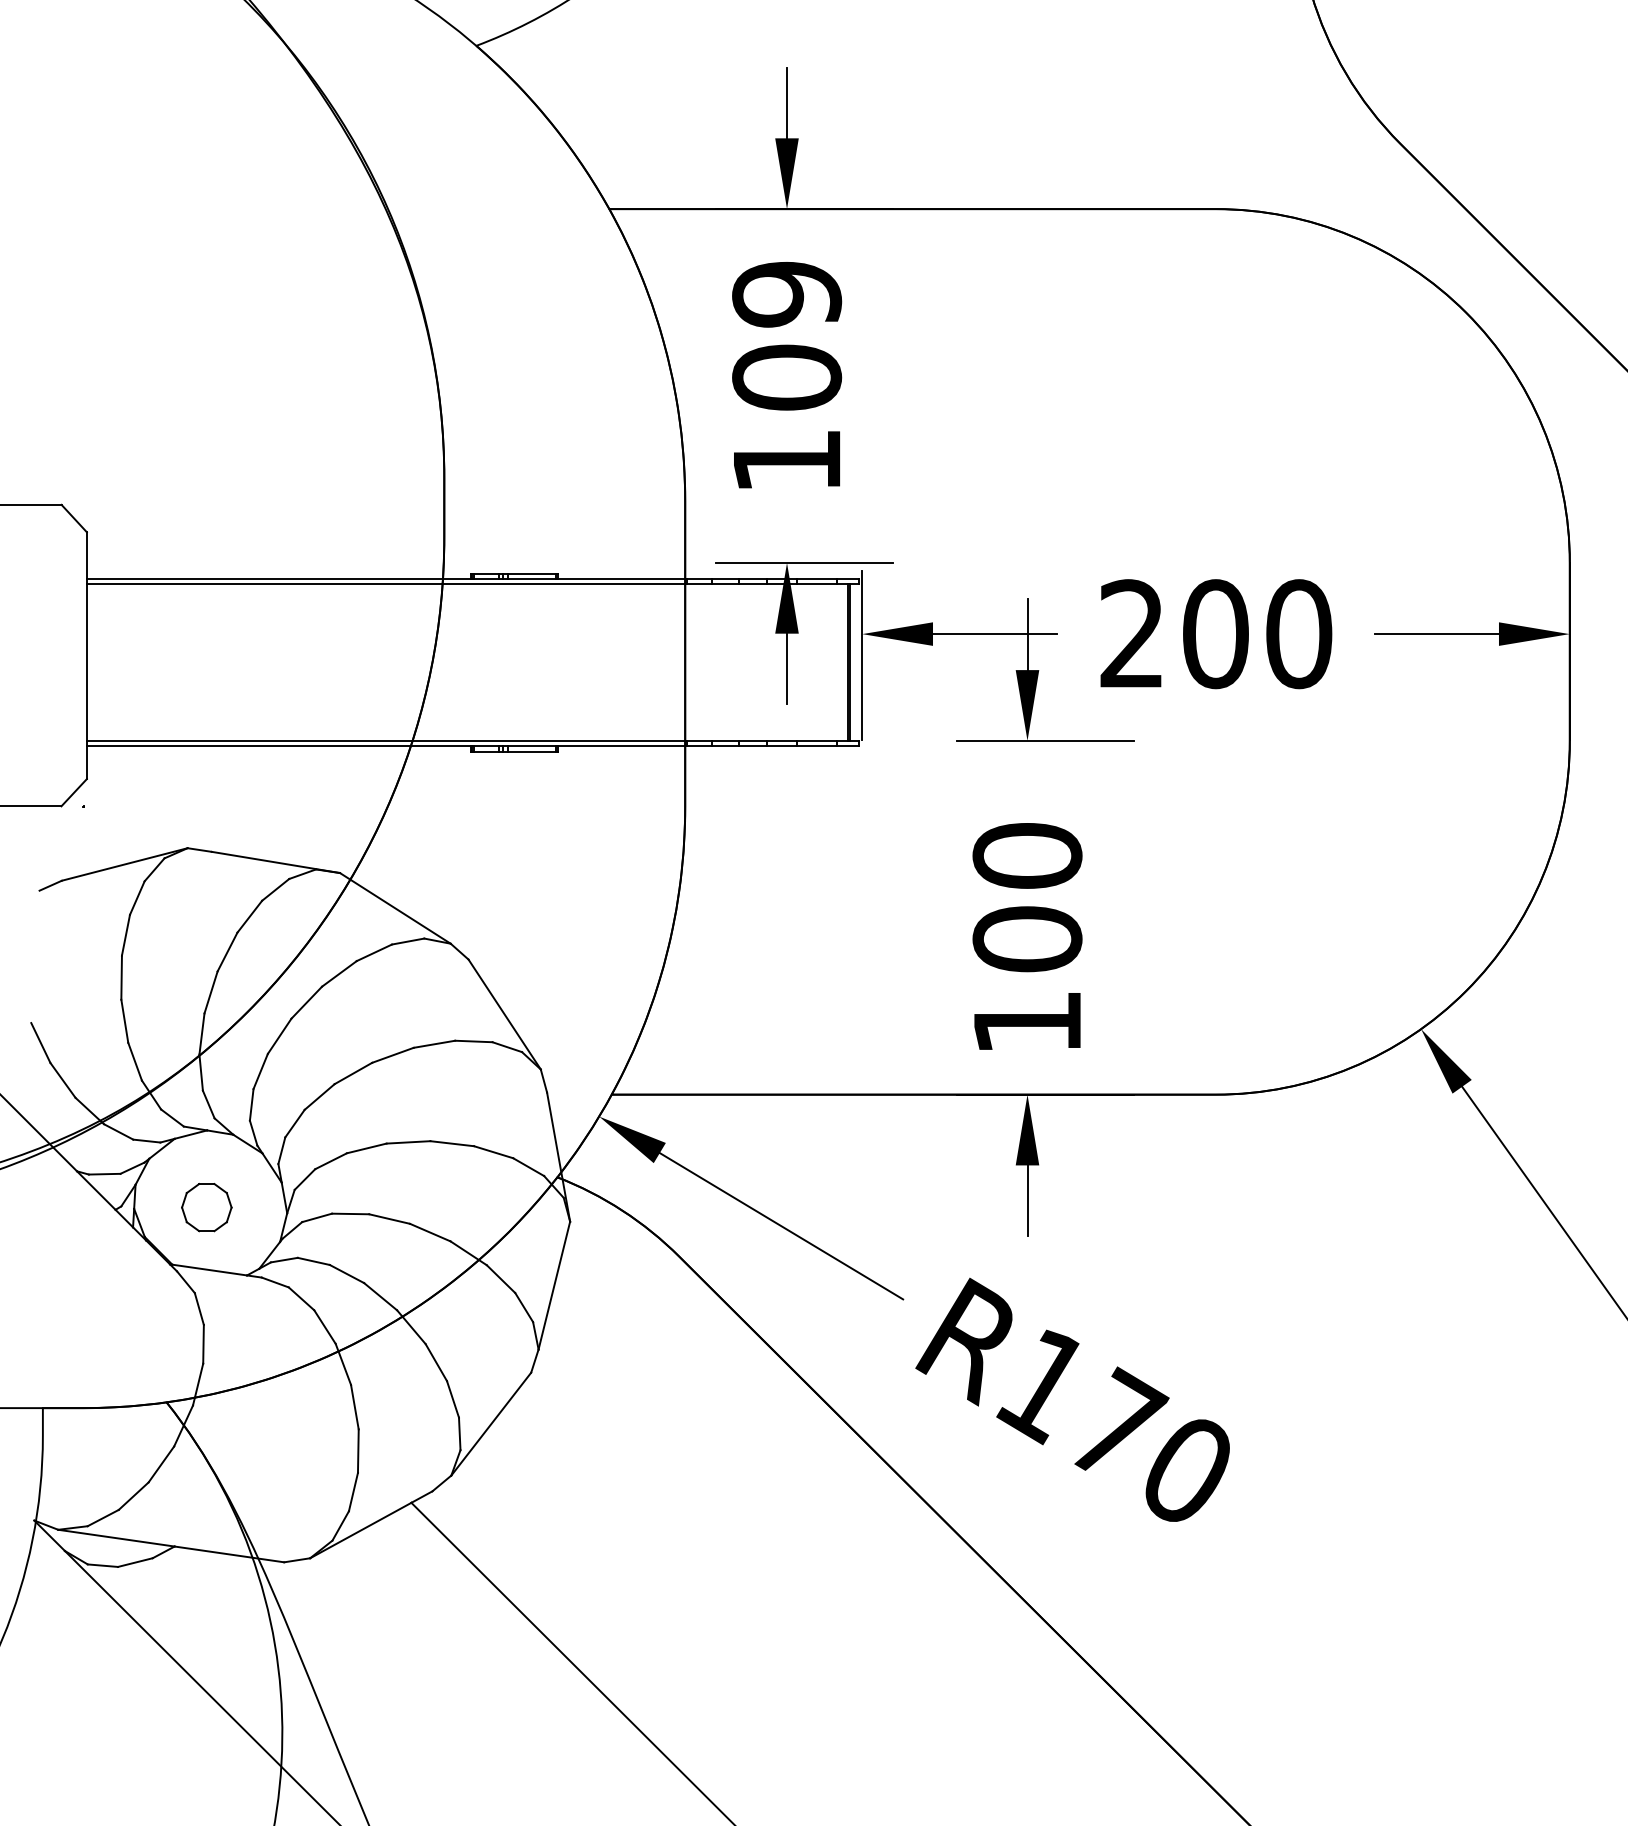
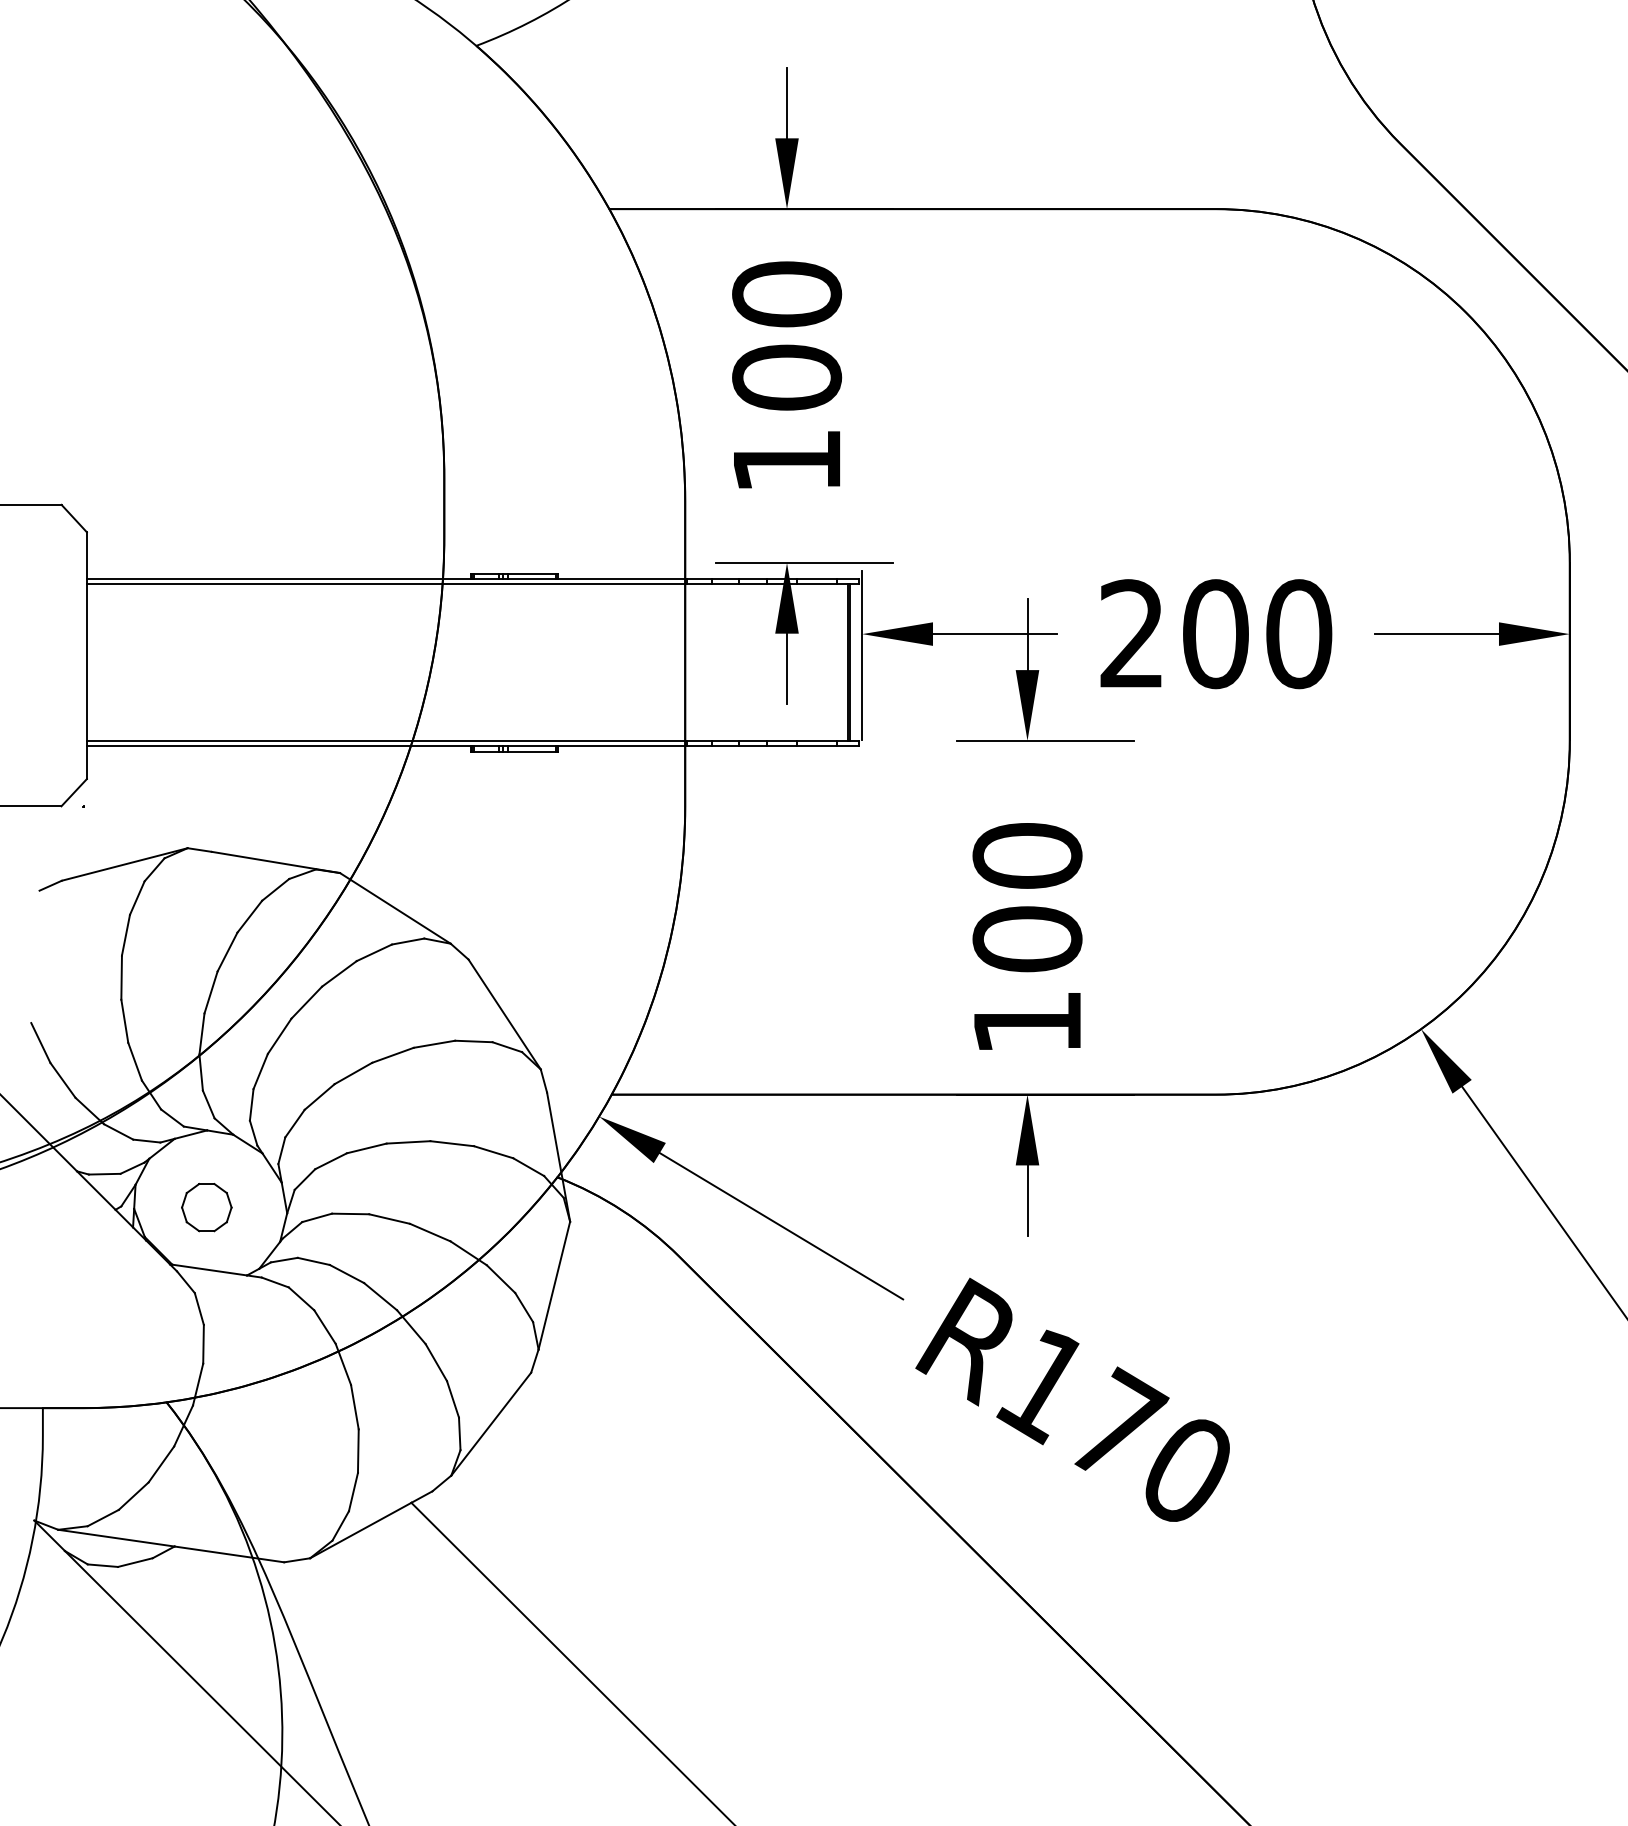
text at (787, 294): 109 -> 100
